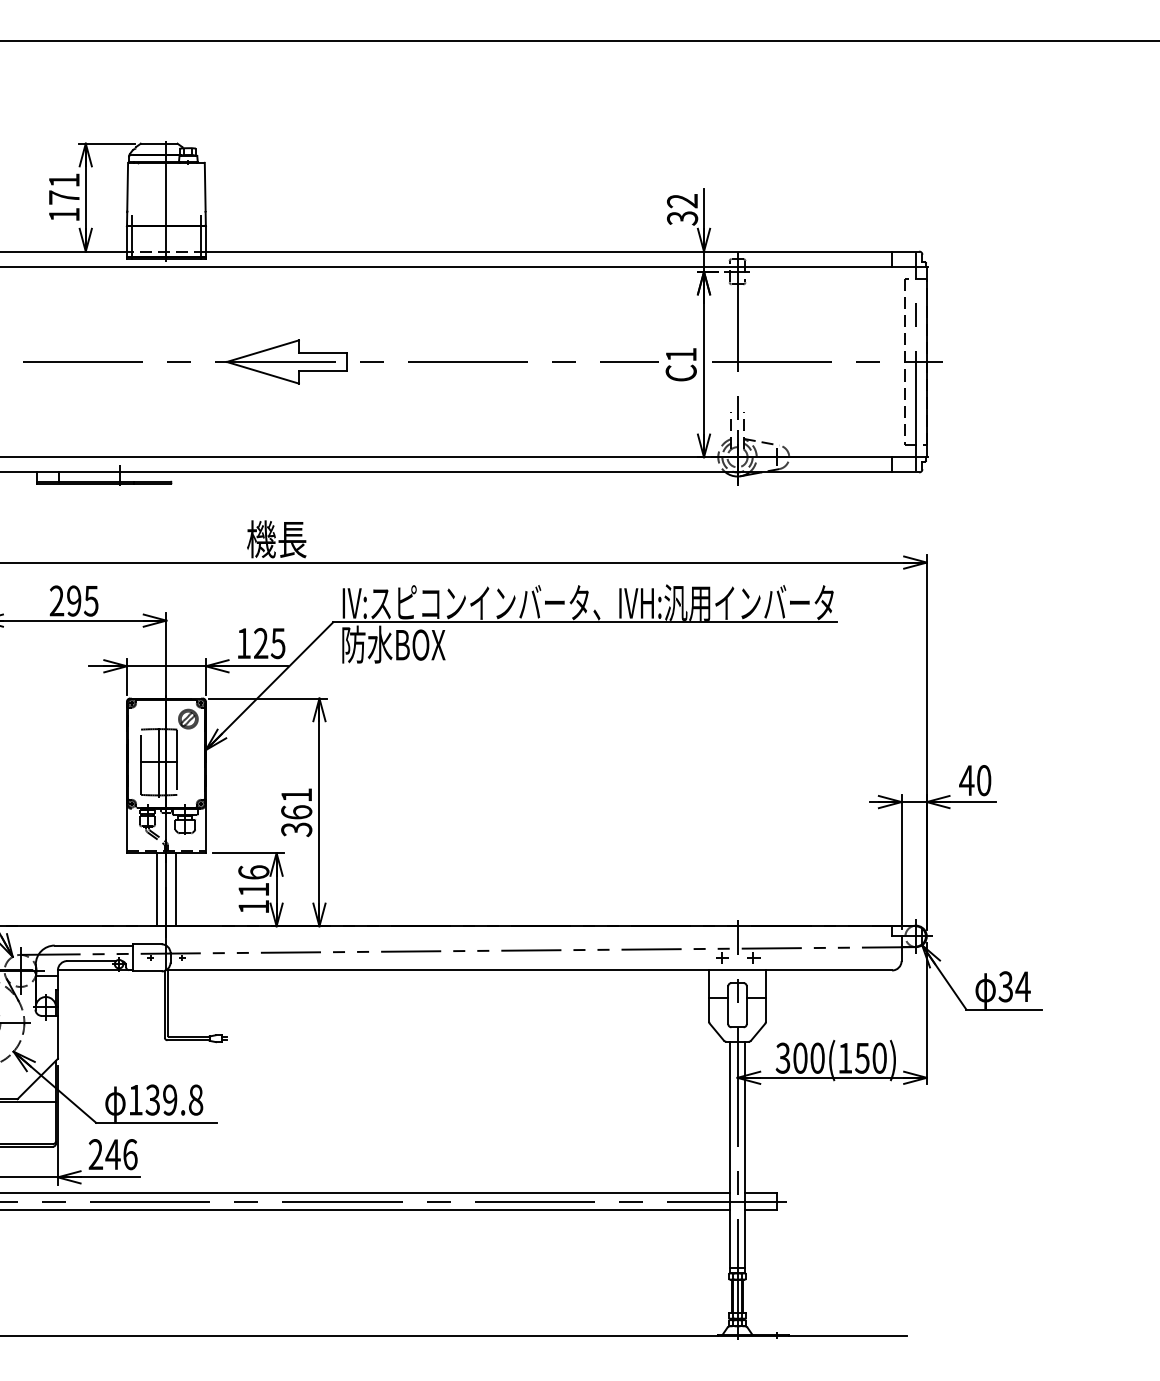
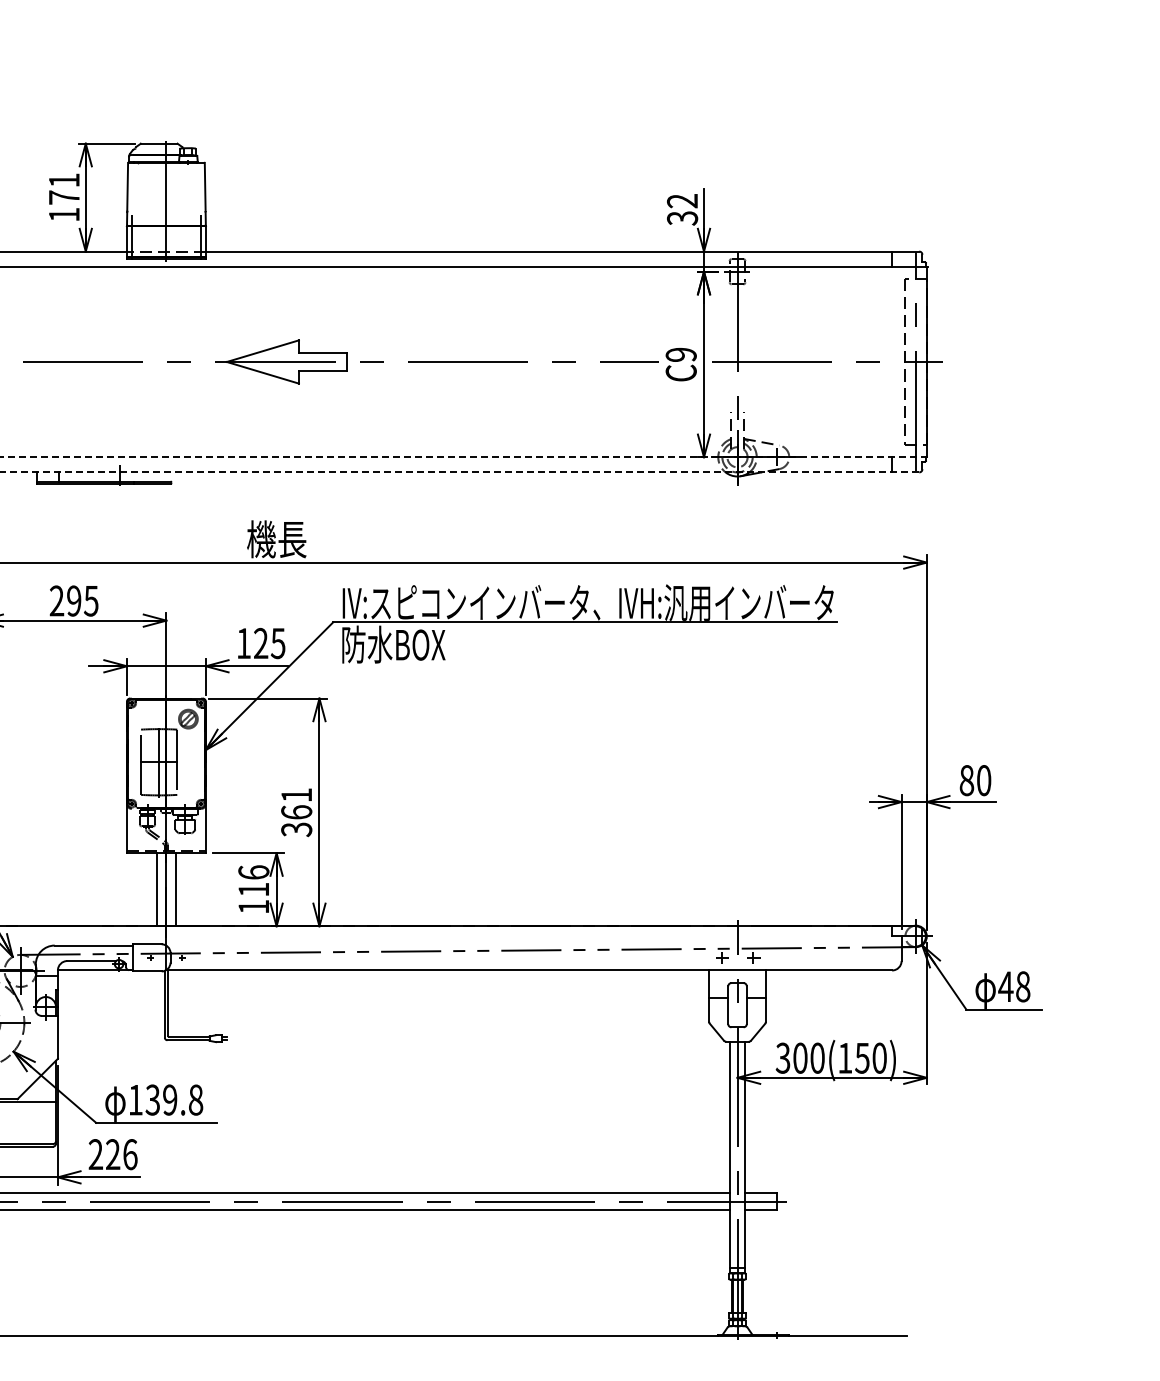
line at (579, 41): present -> none
text at (680, 354): C1 -> C9
line at (464, 456): solid -> dashed
line at (459, 472): solid -> dashed
text at (966, 780): 40 -> 80
text at (1014, 986): 34 -> 48
text at (112, 1154): 246 -> 226
